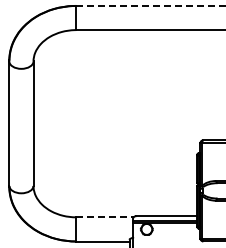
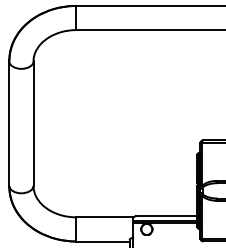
line at (151, 5): dashed -> solid
line at (104, 217): dashed -> solid
